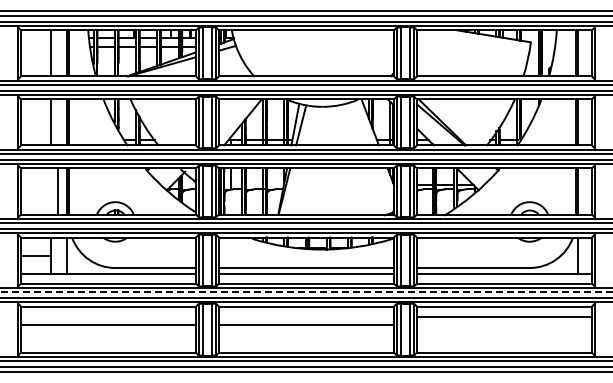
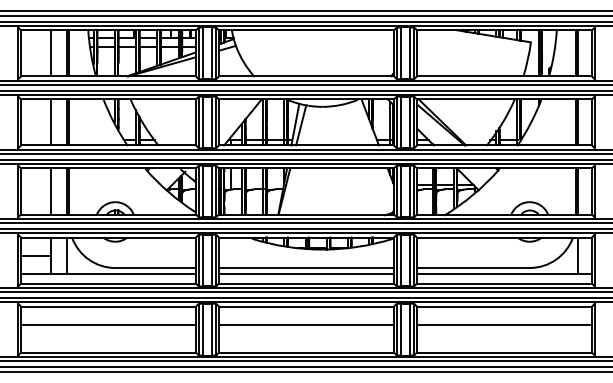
line at (58, 191) position: (58, 191) -> (51, 191)
line at (306, 292): dashed -> solid
line at (503, 317) position: (503, 317) -> (503, 325)
